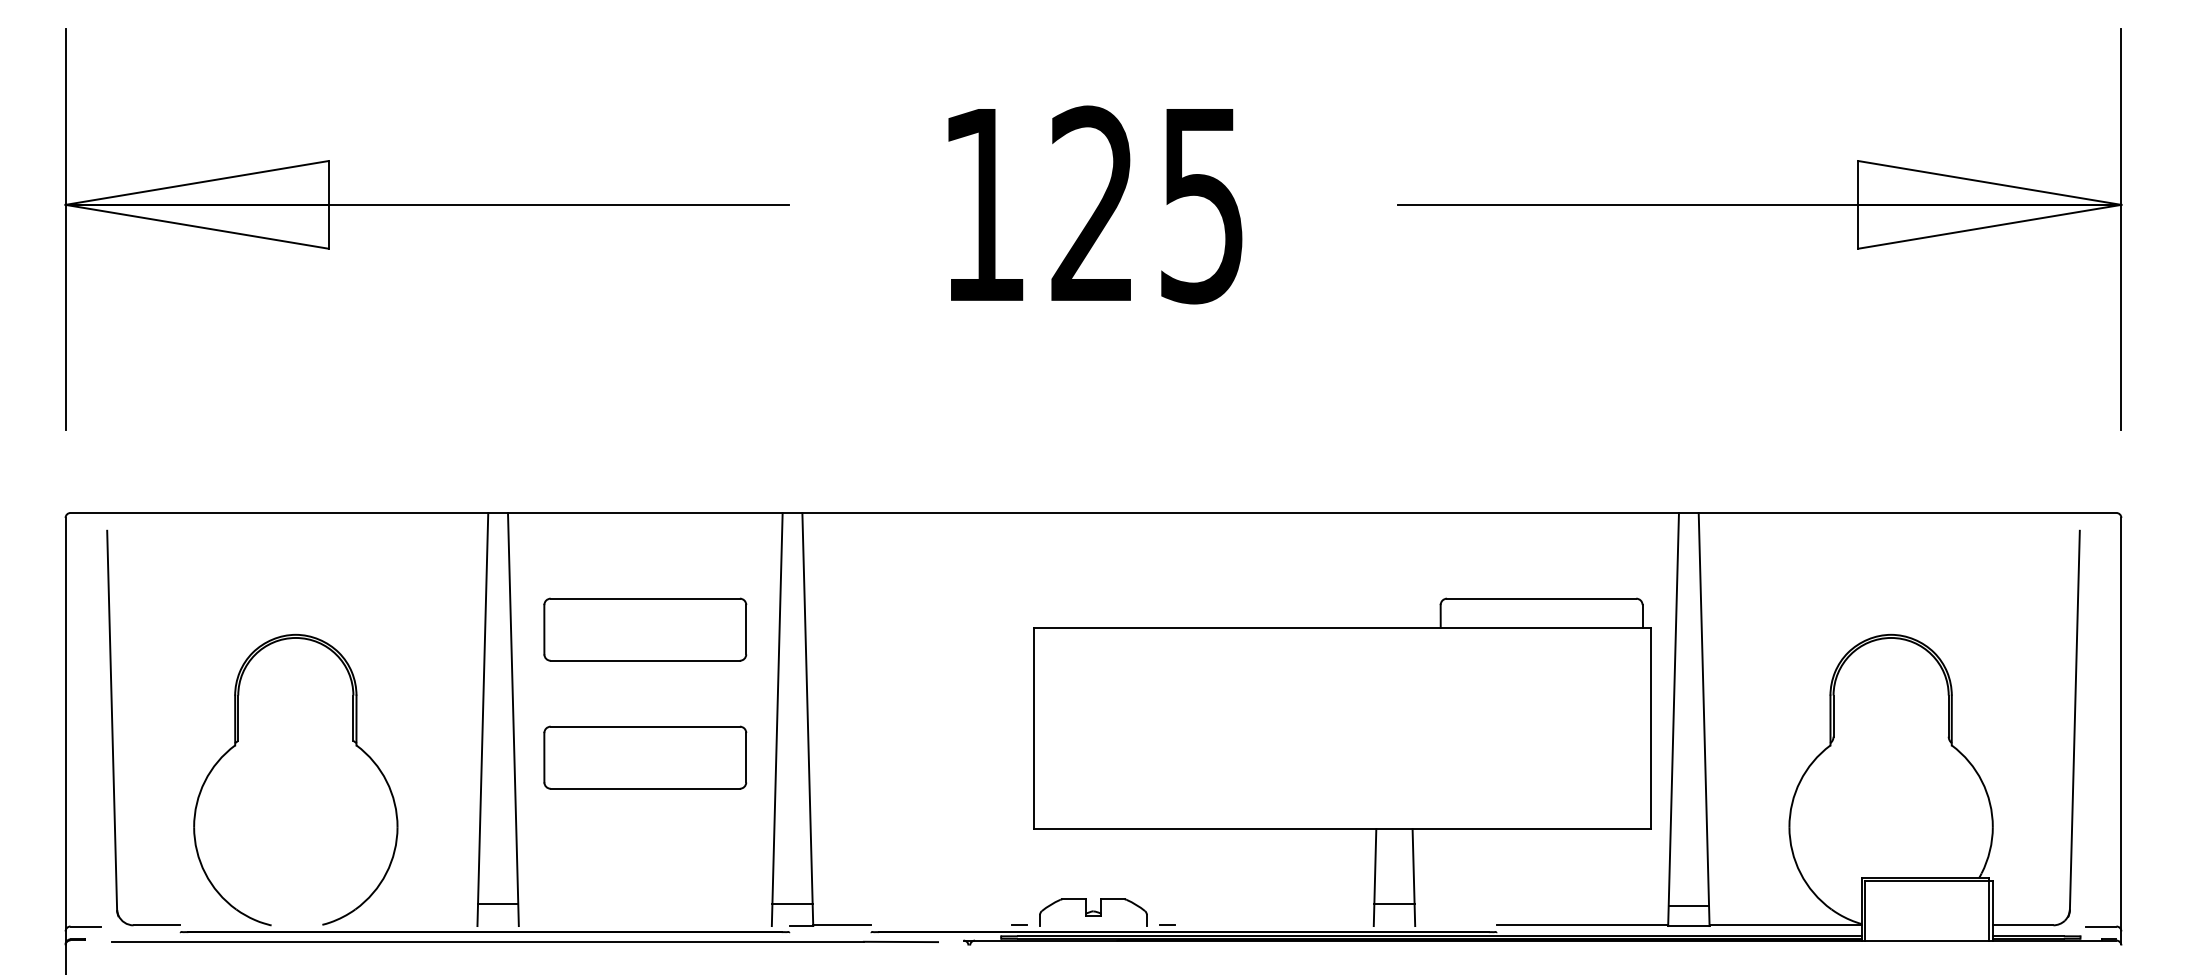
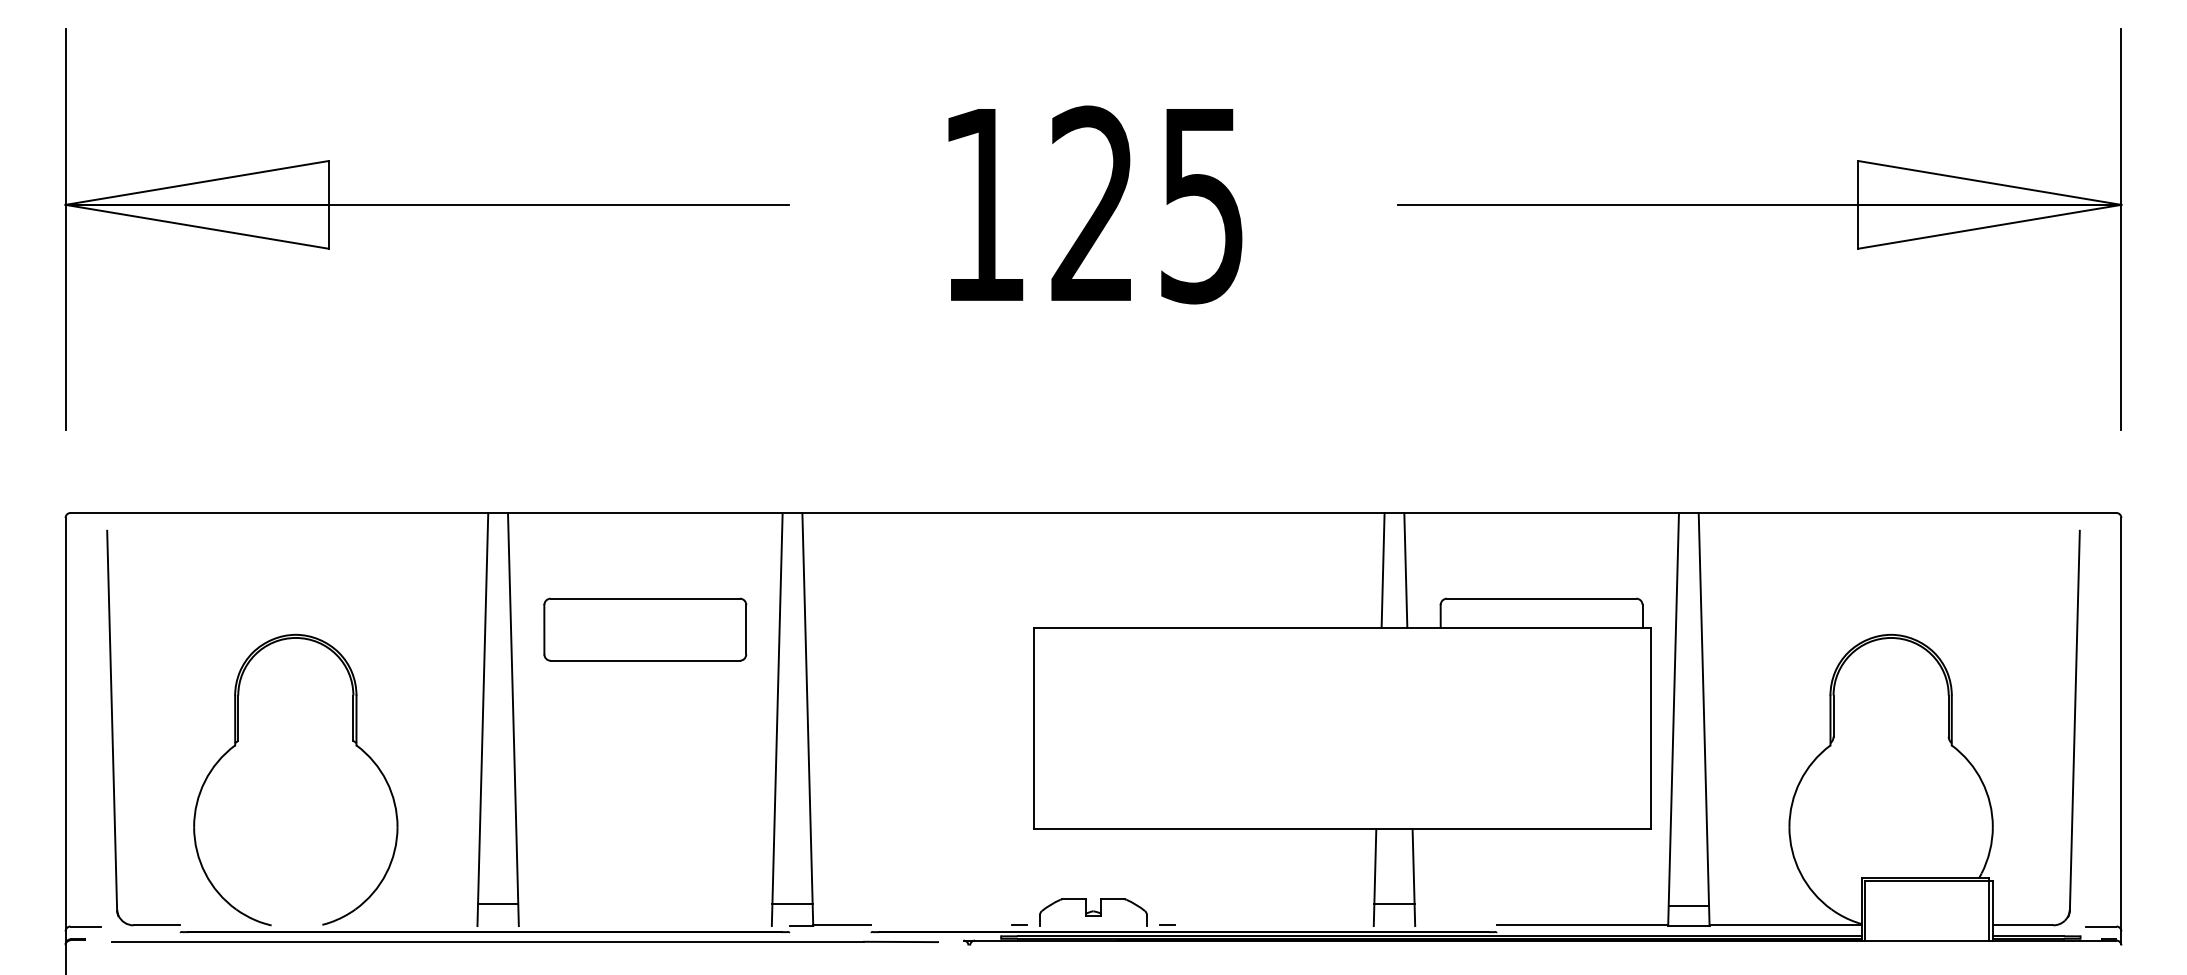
line at (1382, 569): none -> present
line at (1405, 569): none -> present
part at (645, 757): present -> none
